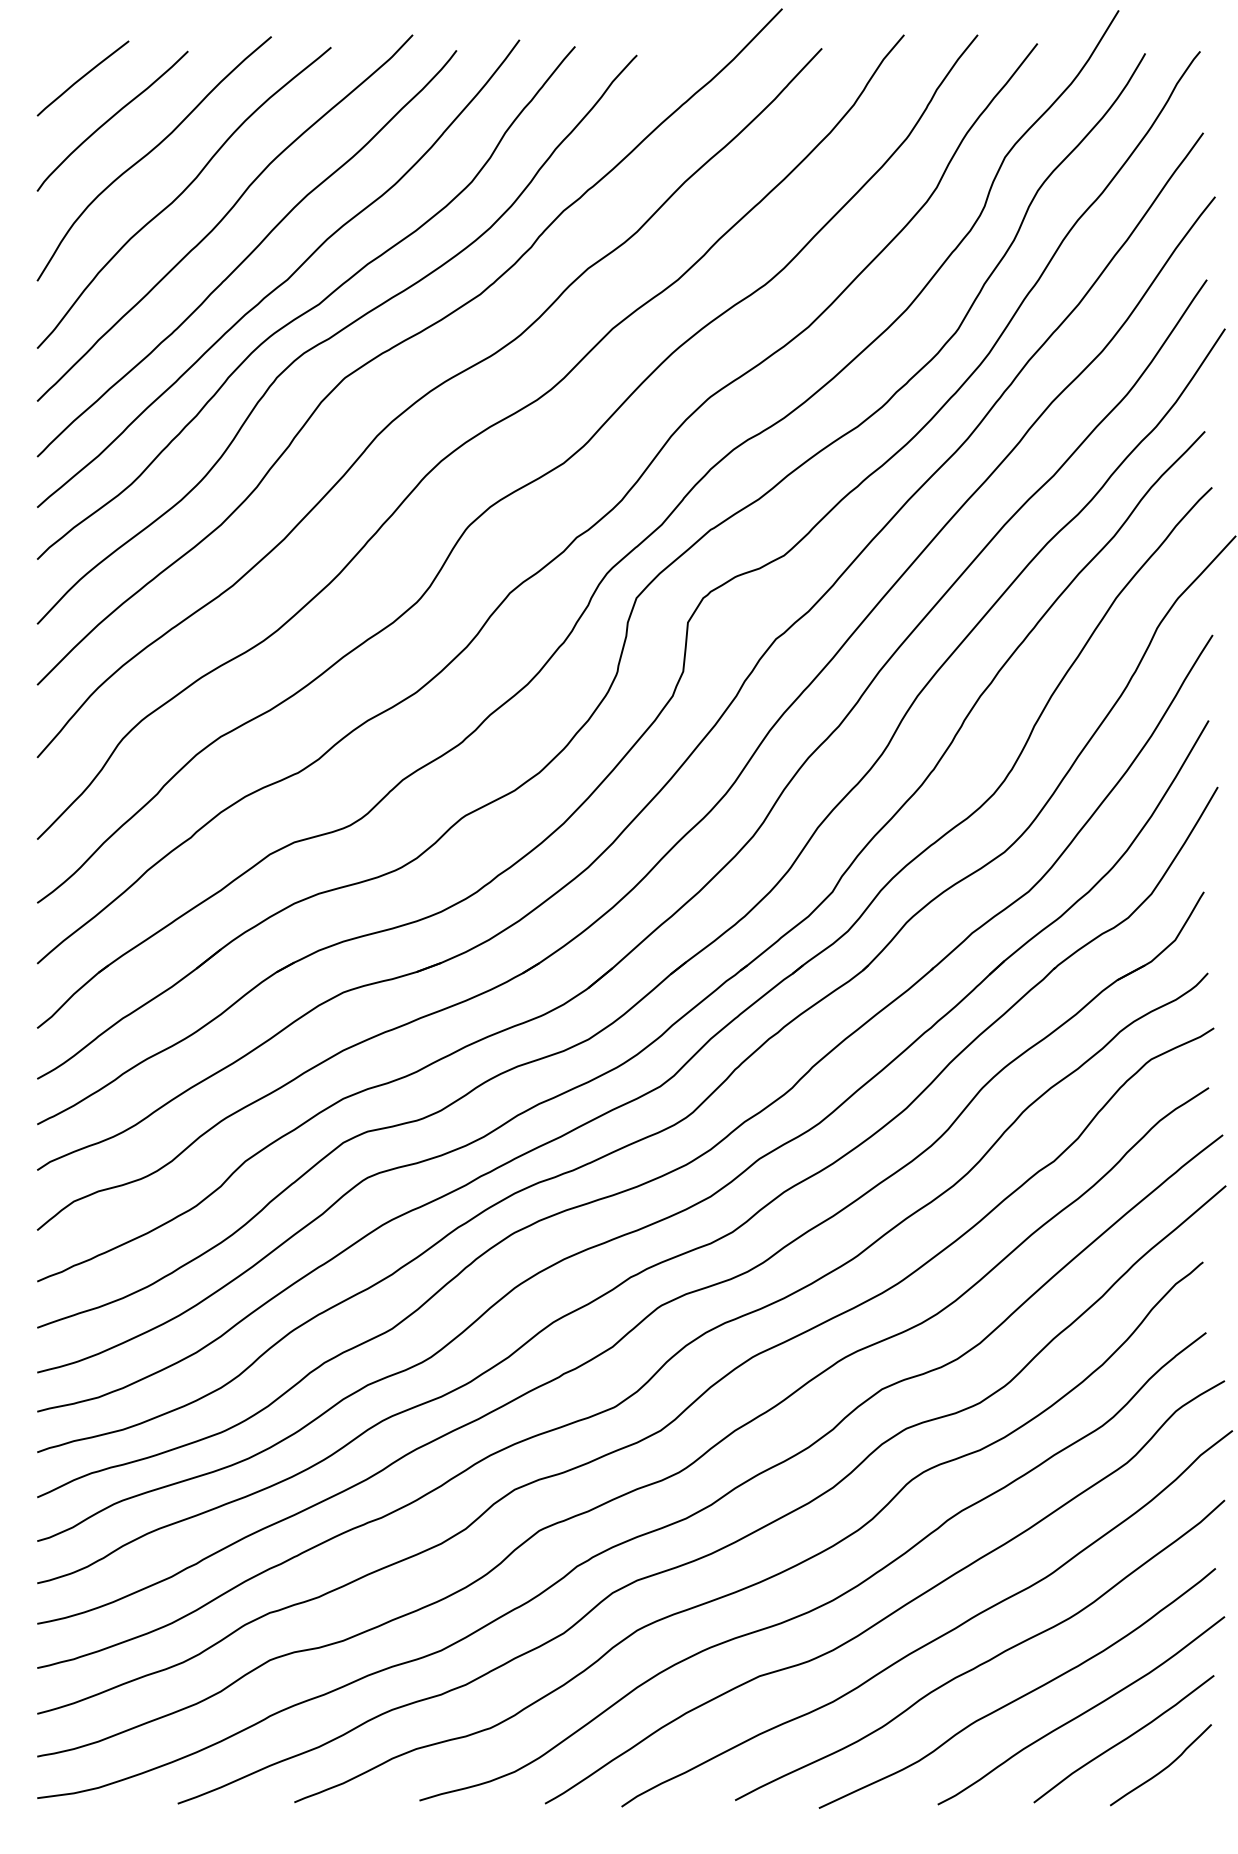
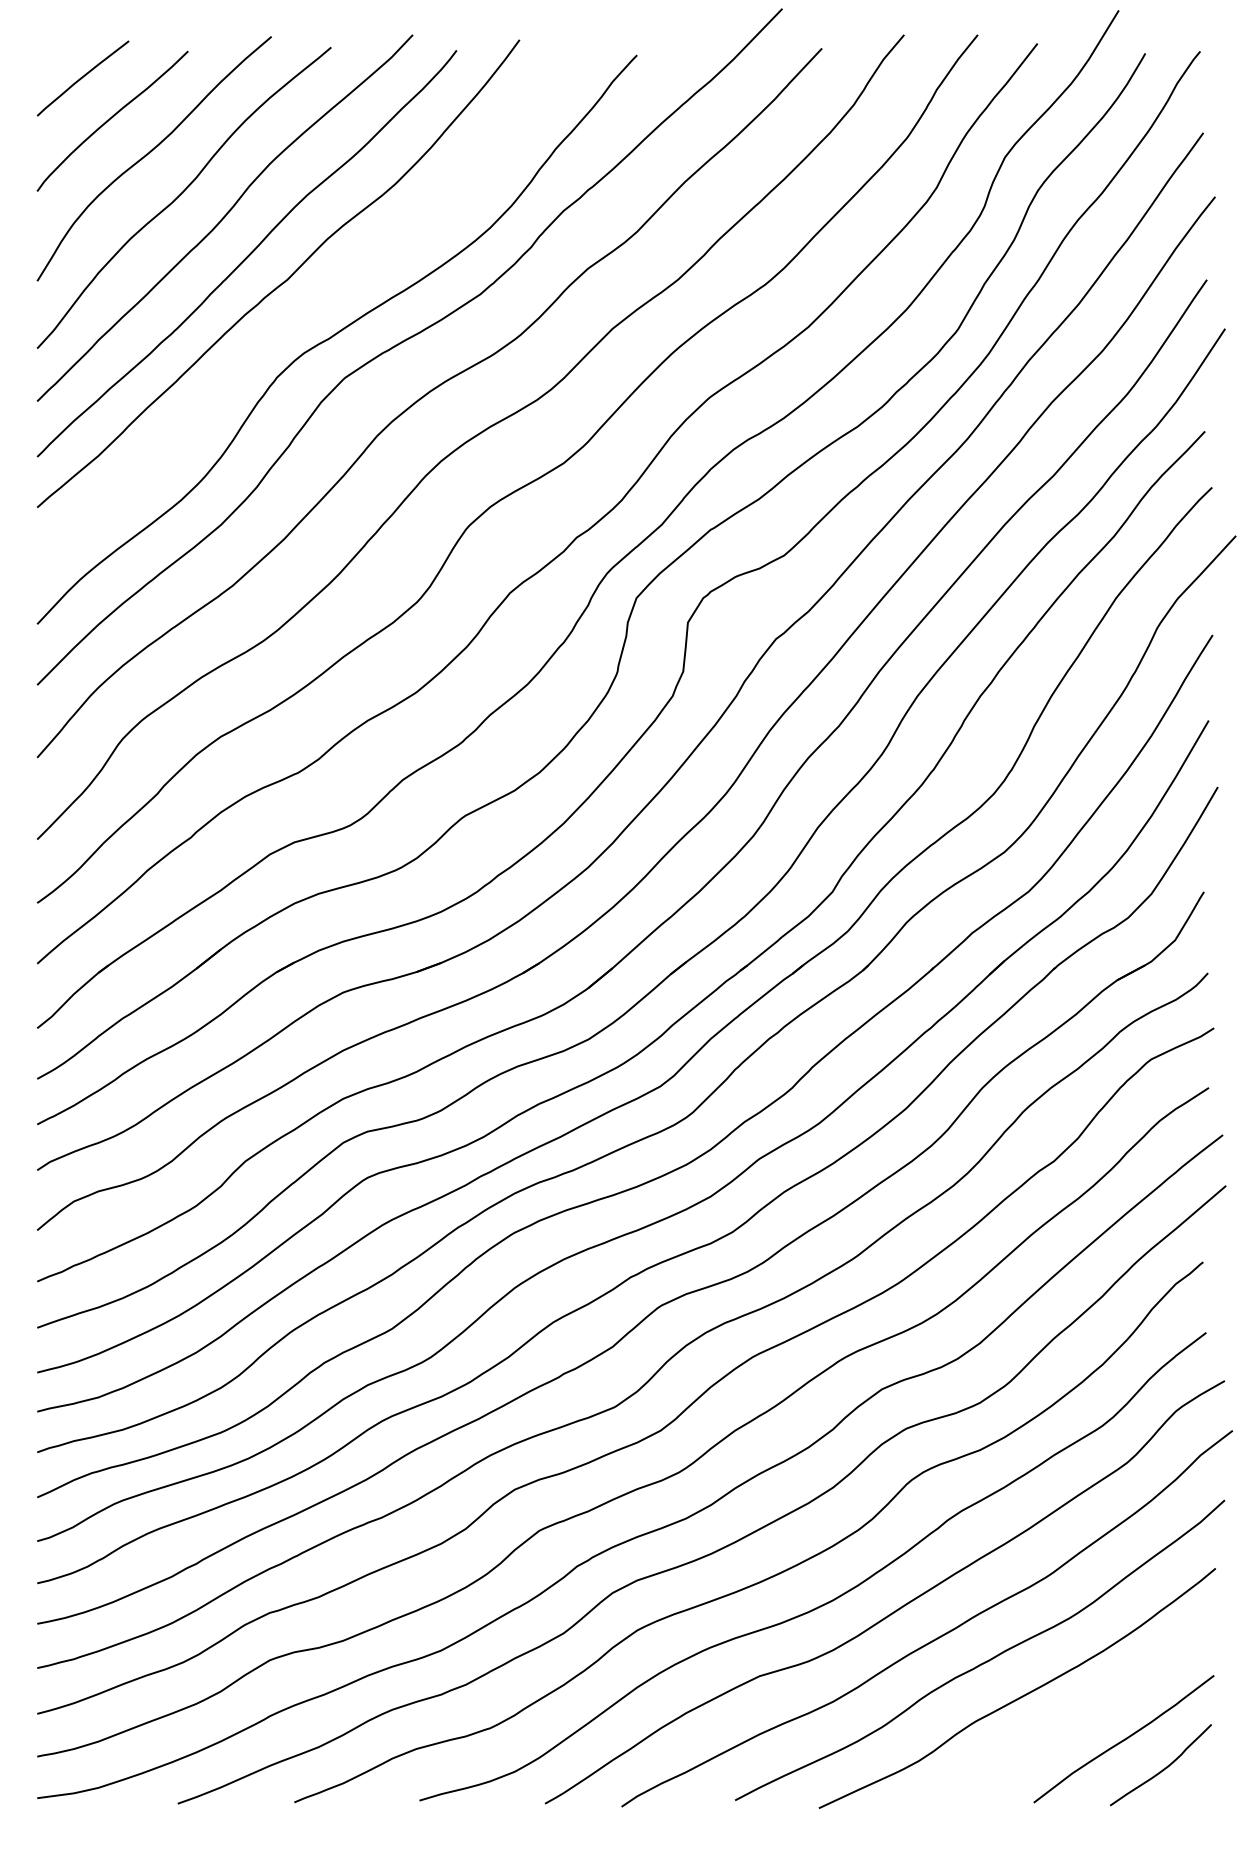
curve at (311, 307): present -> none
curve at (1083, 1712): present -> none
